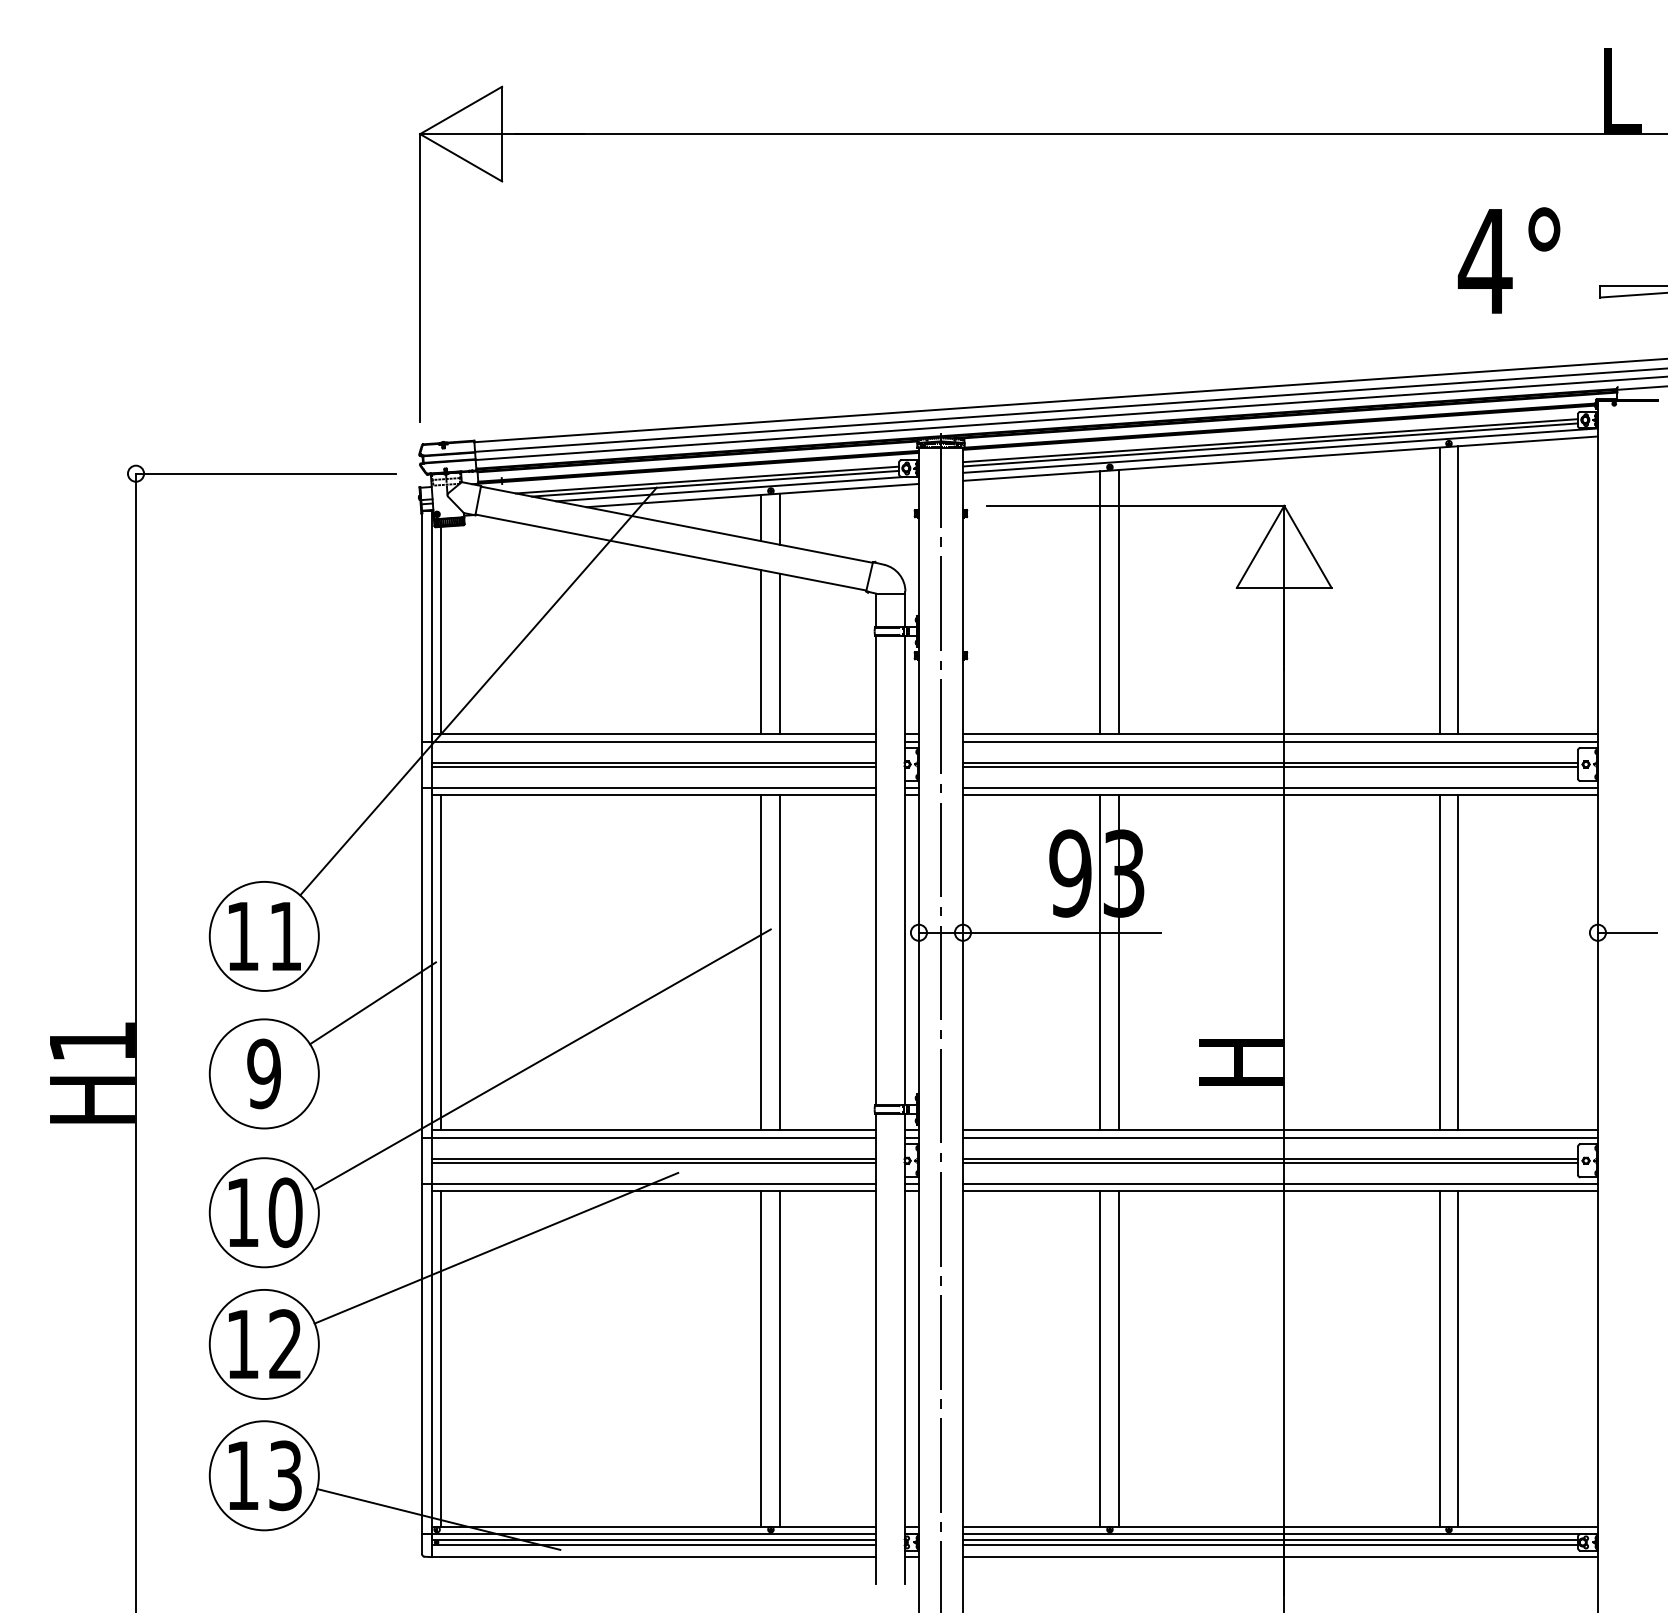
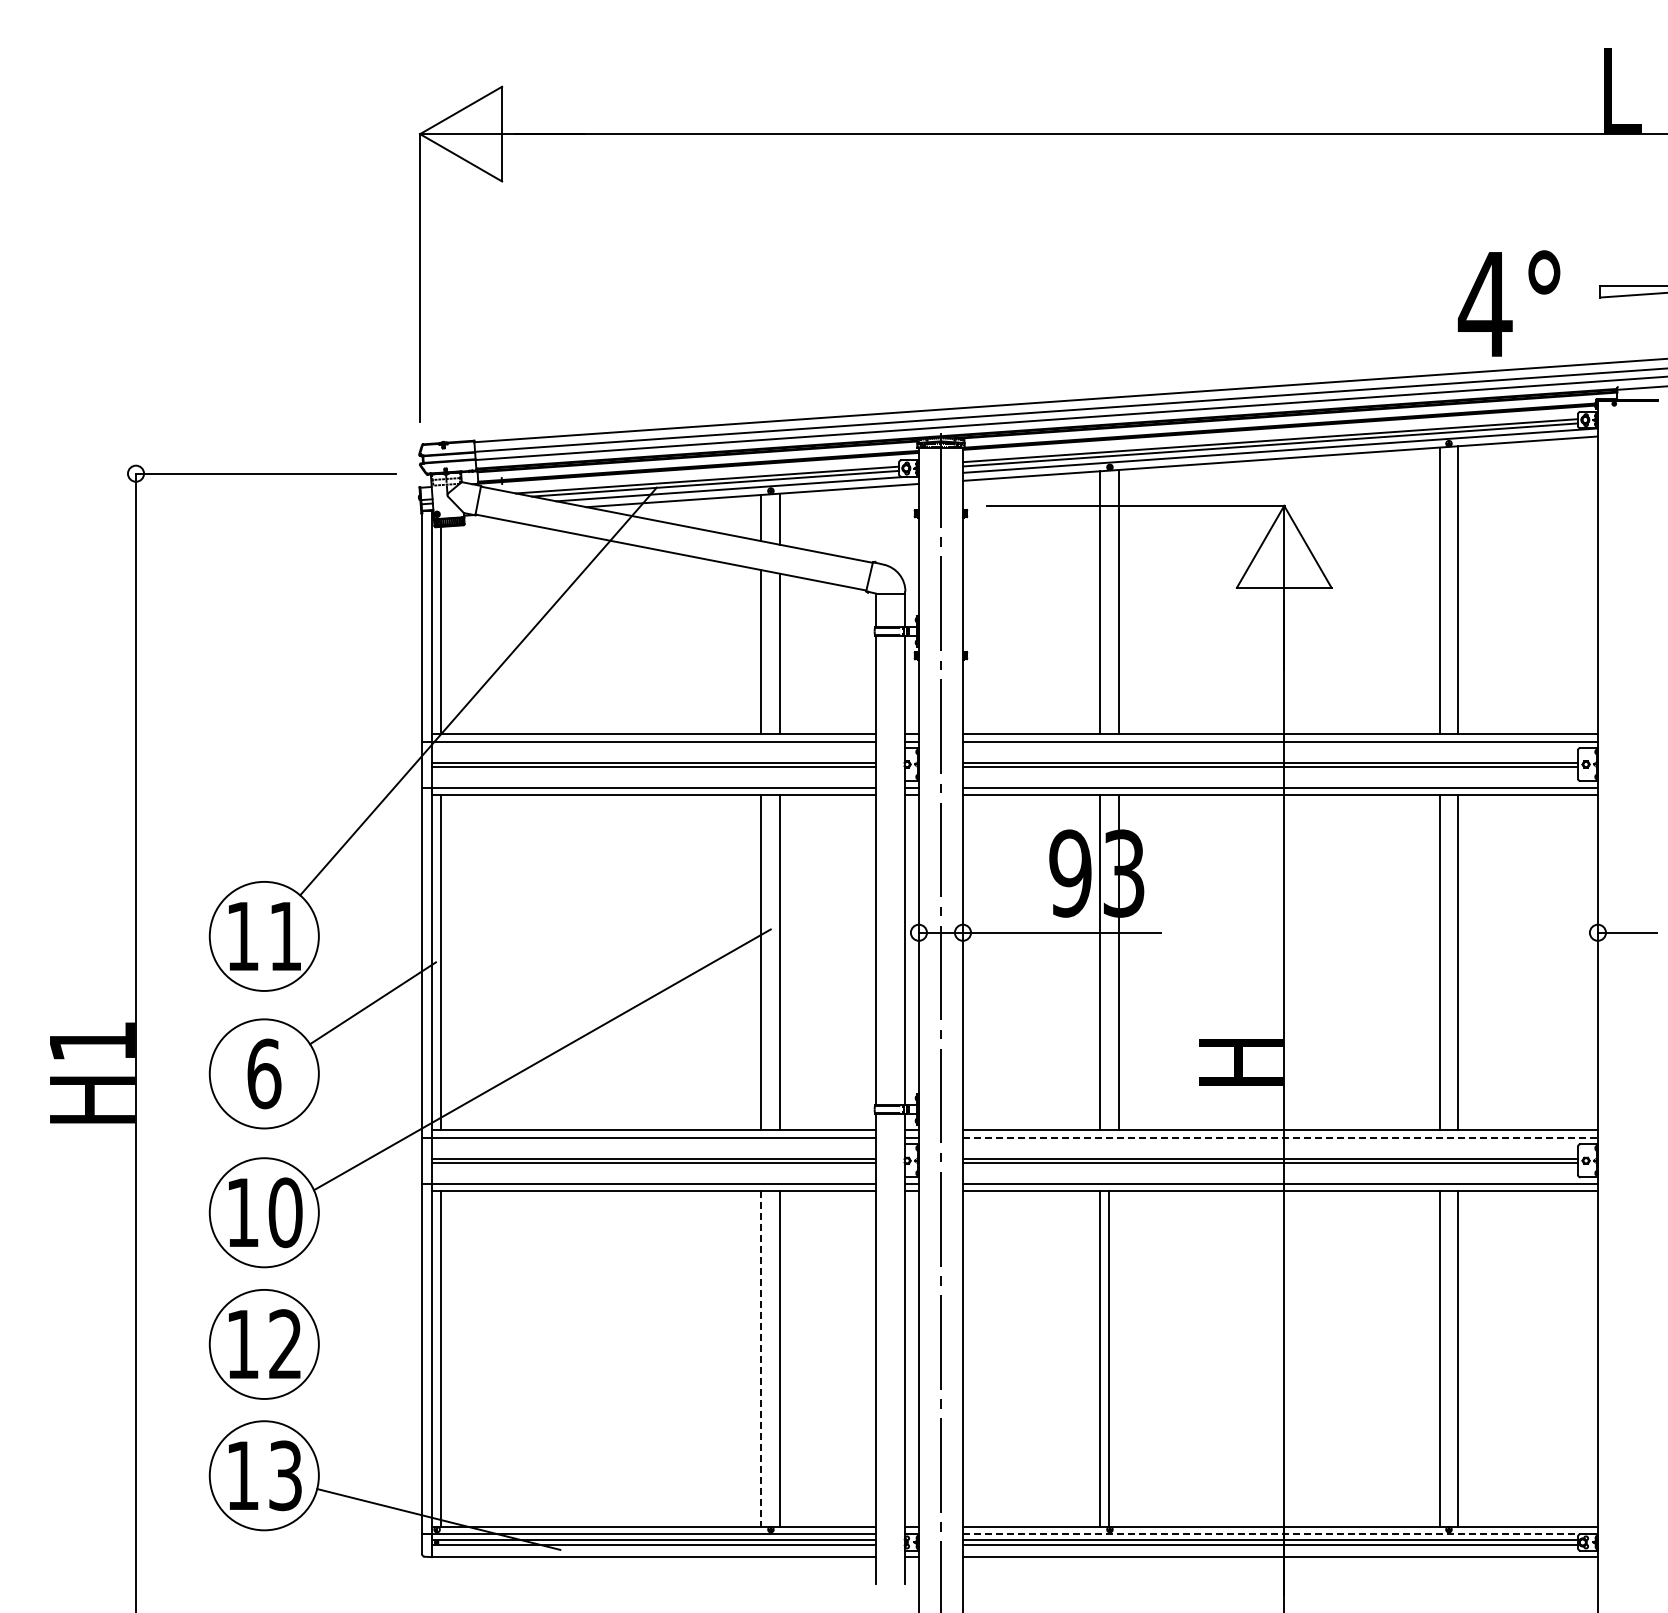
text at (1508, 260) position: (1508, 260) -> (1508, 303)
text at (264, 1073): 9 -> 6
line at (1280, 1137): solid -> dashed
line at (496, 1247): present -> none
line at (761, 1358): solid -> dashed
line at (1119, 1358) position: (1119, 1358) -> (1109, 1358)
line at (1280, 1533): solid -> dashed
